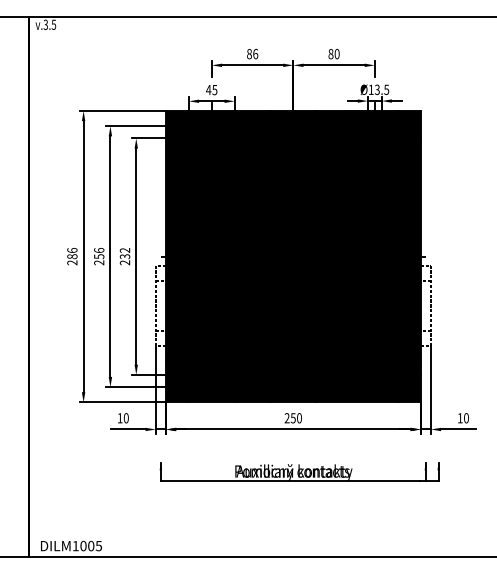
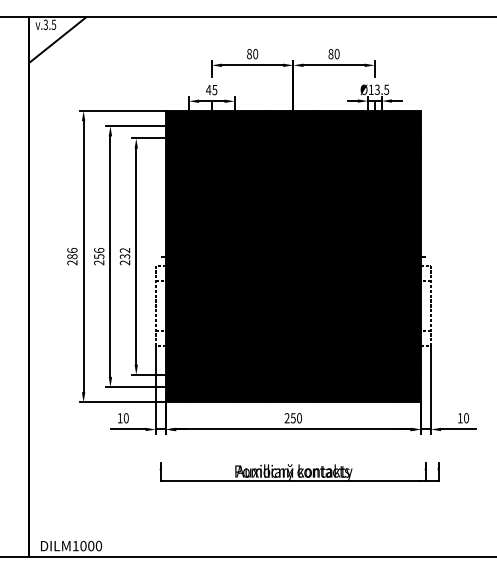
line at (57, 40): none -> present
text at (255, 54): 86 -> 80
text at (98, 545): DILM1005 -> DILM1000
